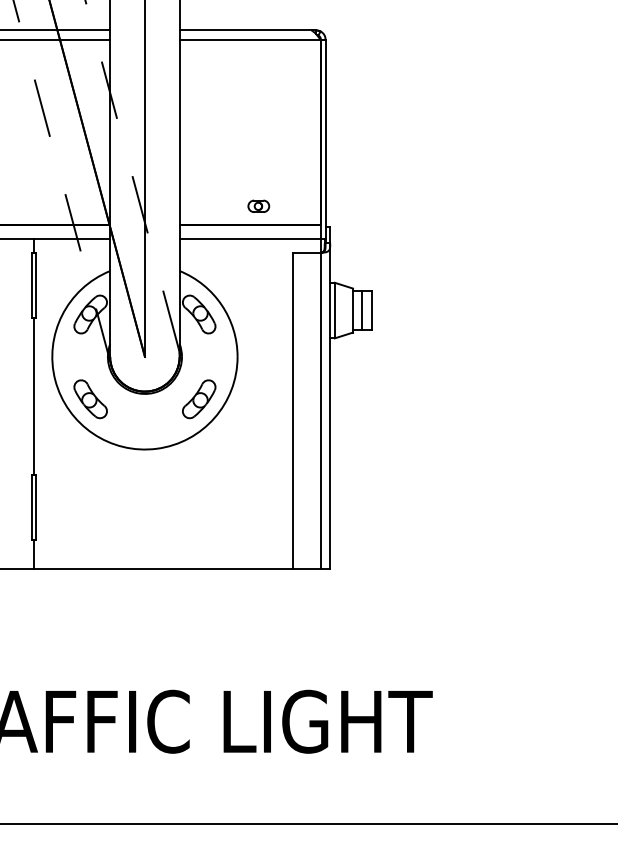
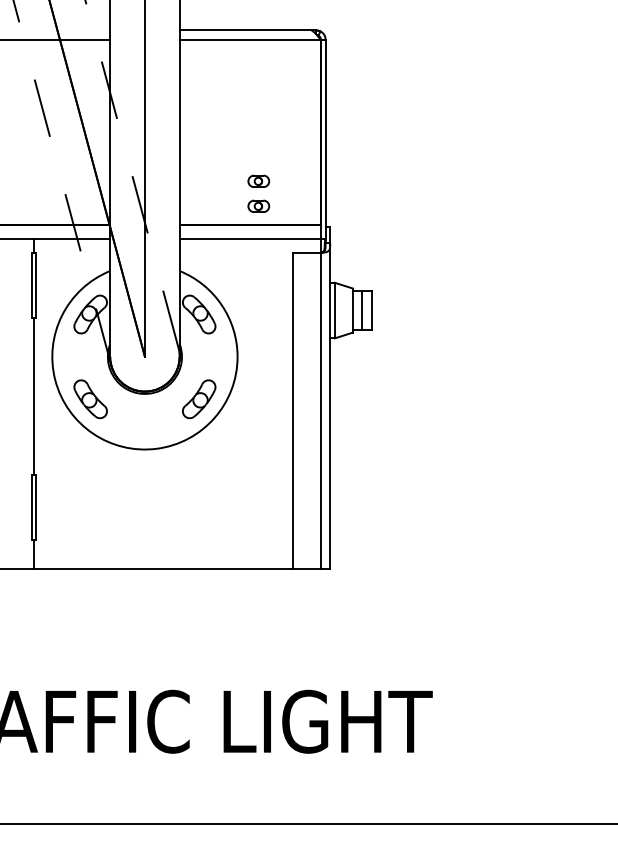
line at (56, 30): present -> none
part at (258, 180): none -> present
